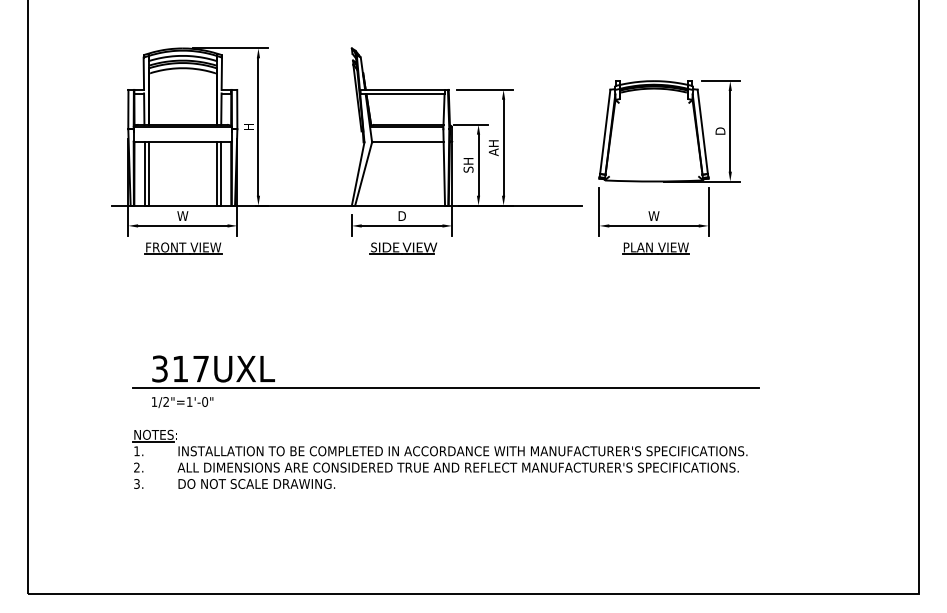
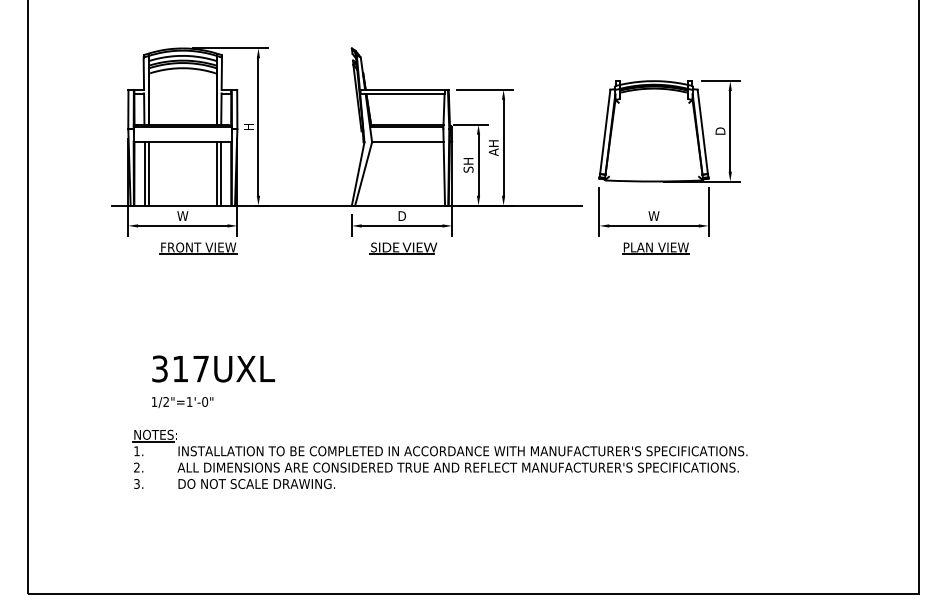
part at (183, 248) position: (183, 248) -> (198, 248)
line at (445, 388): present -> none
